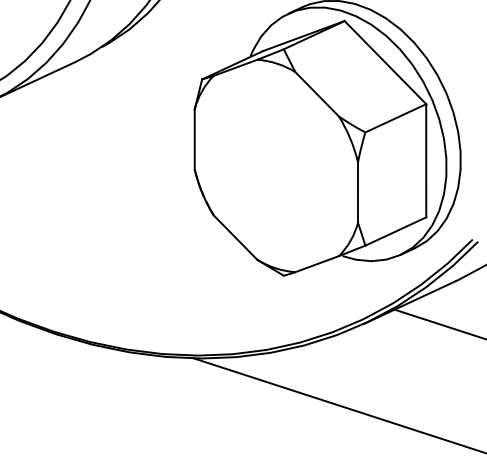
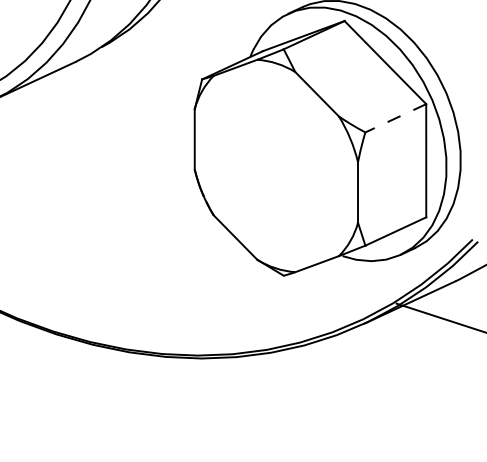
line at (395, 118): solid -> dashed
line at (438, 323) position: (438, 323) -> (439, 317)
line at (338, 405): present -> none
